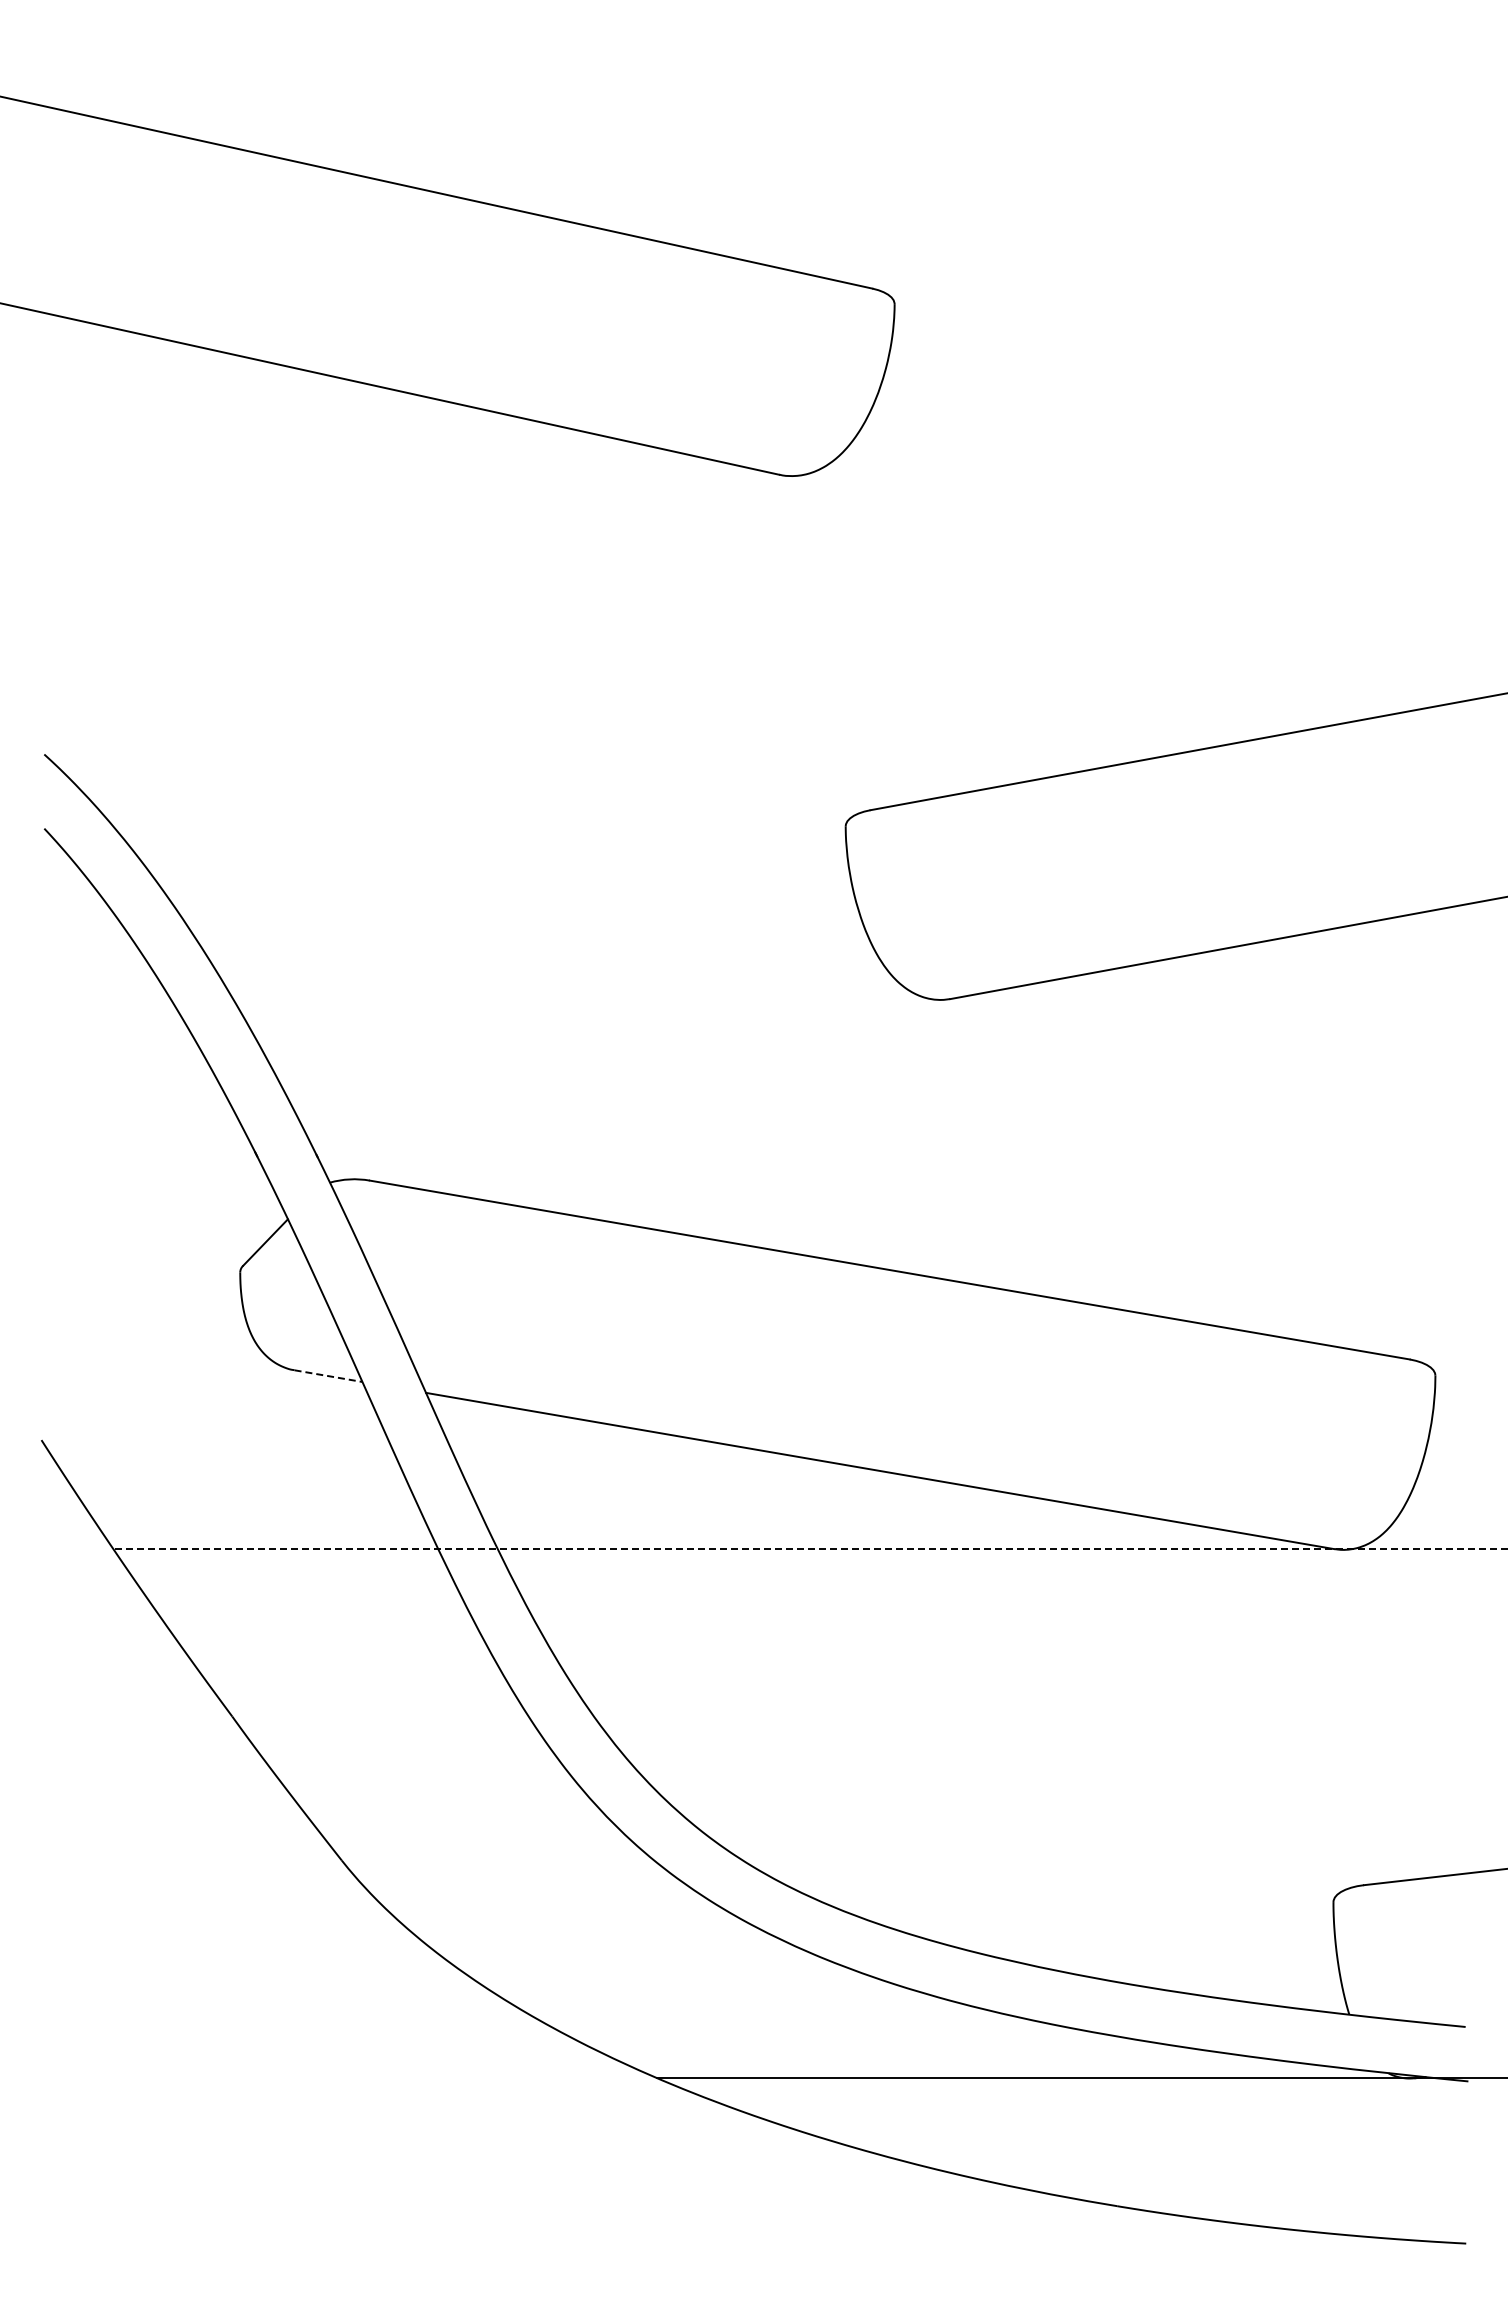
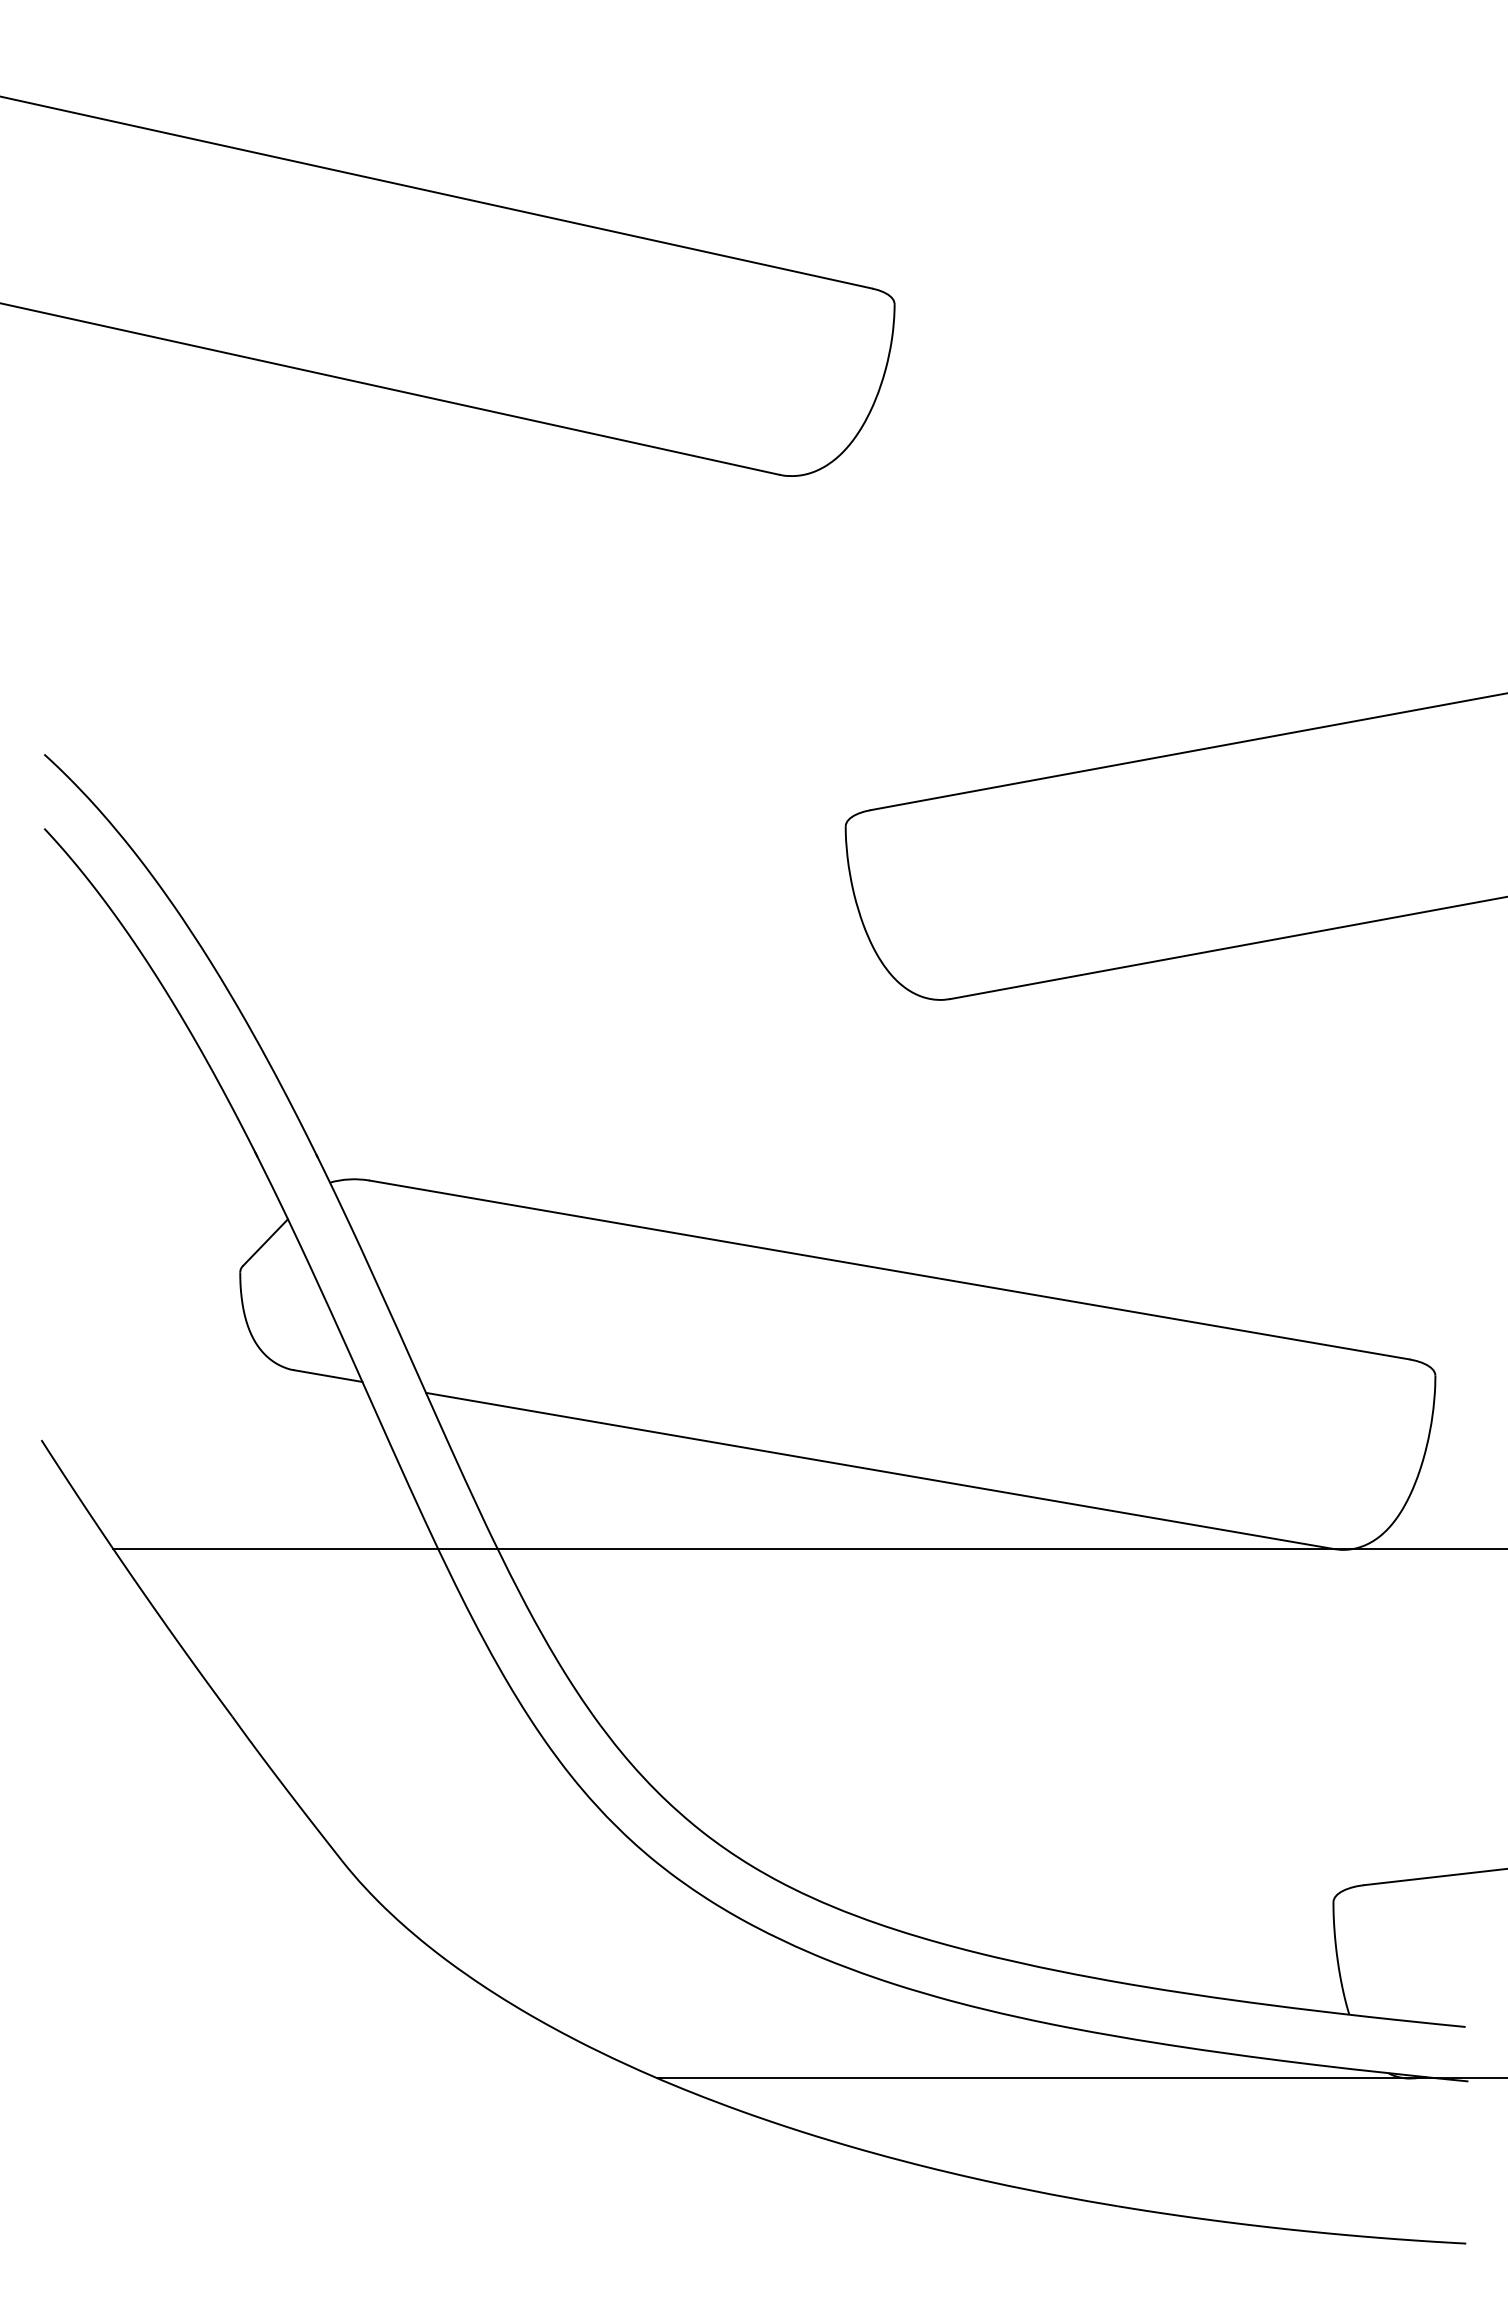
line at (329, 1376): dashed -> solid
line at (810, 1549): dashed -> solid
